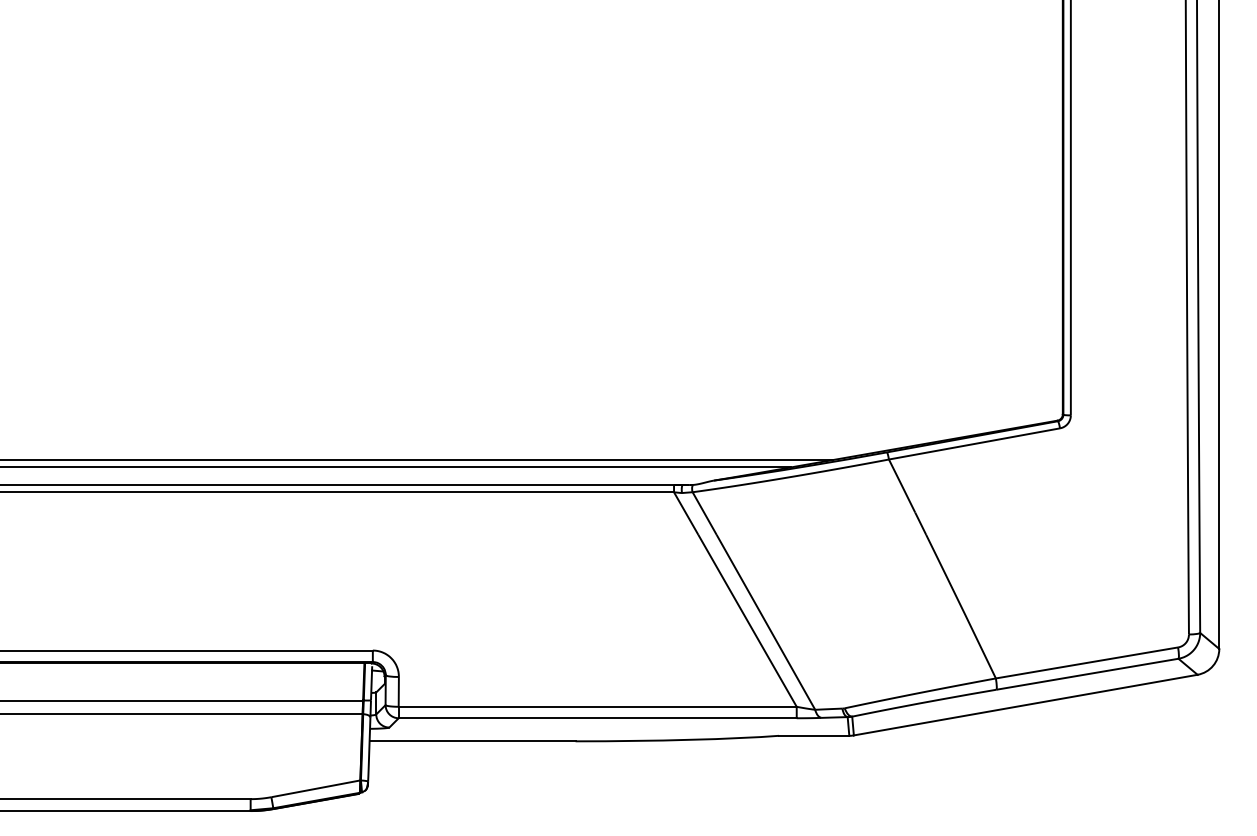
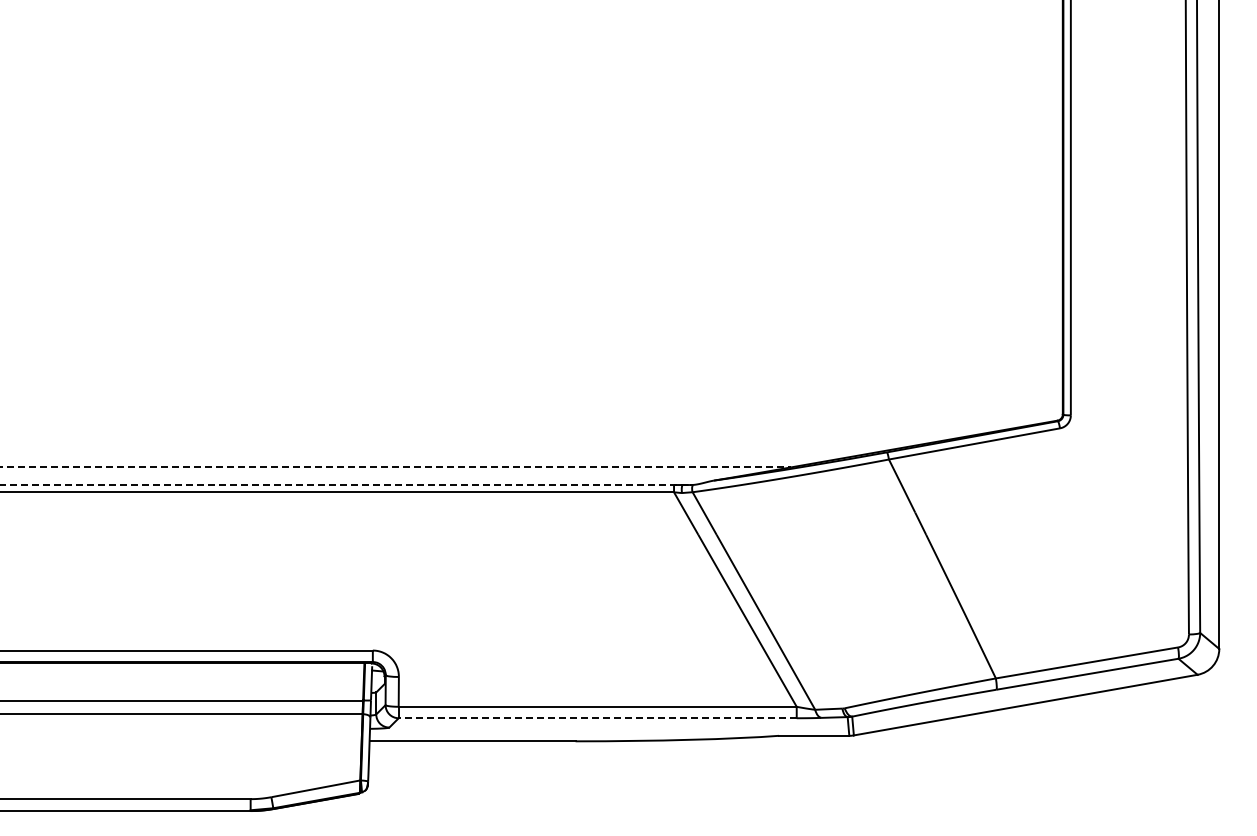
line at (417, 460): present -> none
line at (396, 467): solid -> dashed
line at (344, 485): solid -> dashed
line at (597, 718): solid -> dashed
